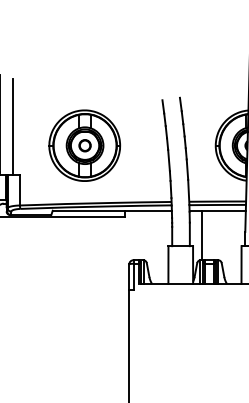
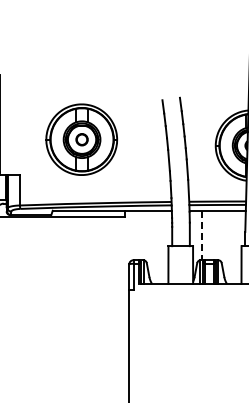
line at (12, 127): present -> none
part at (84, 145) position: (84, 145) -> (81, 139)
line at (202, 235): solid -> dashed
